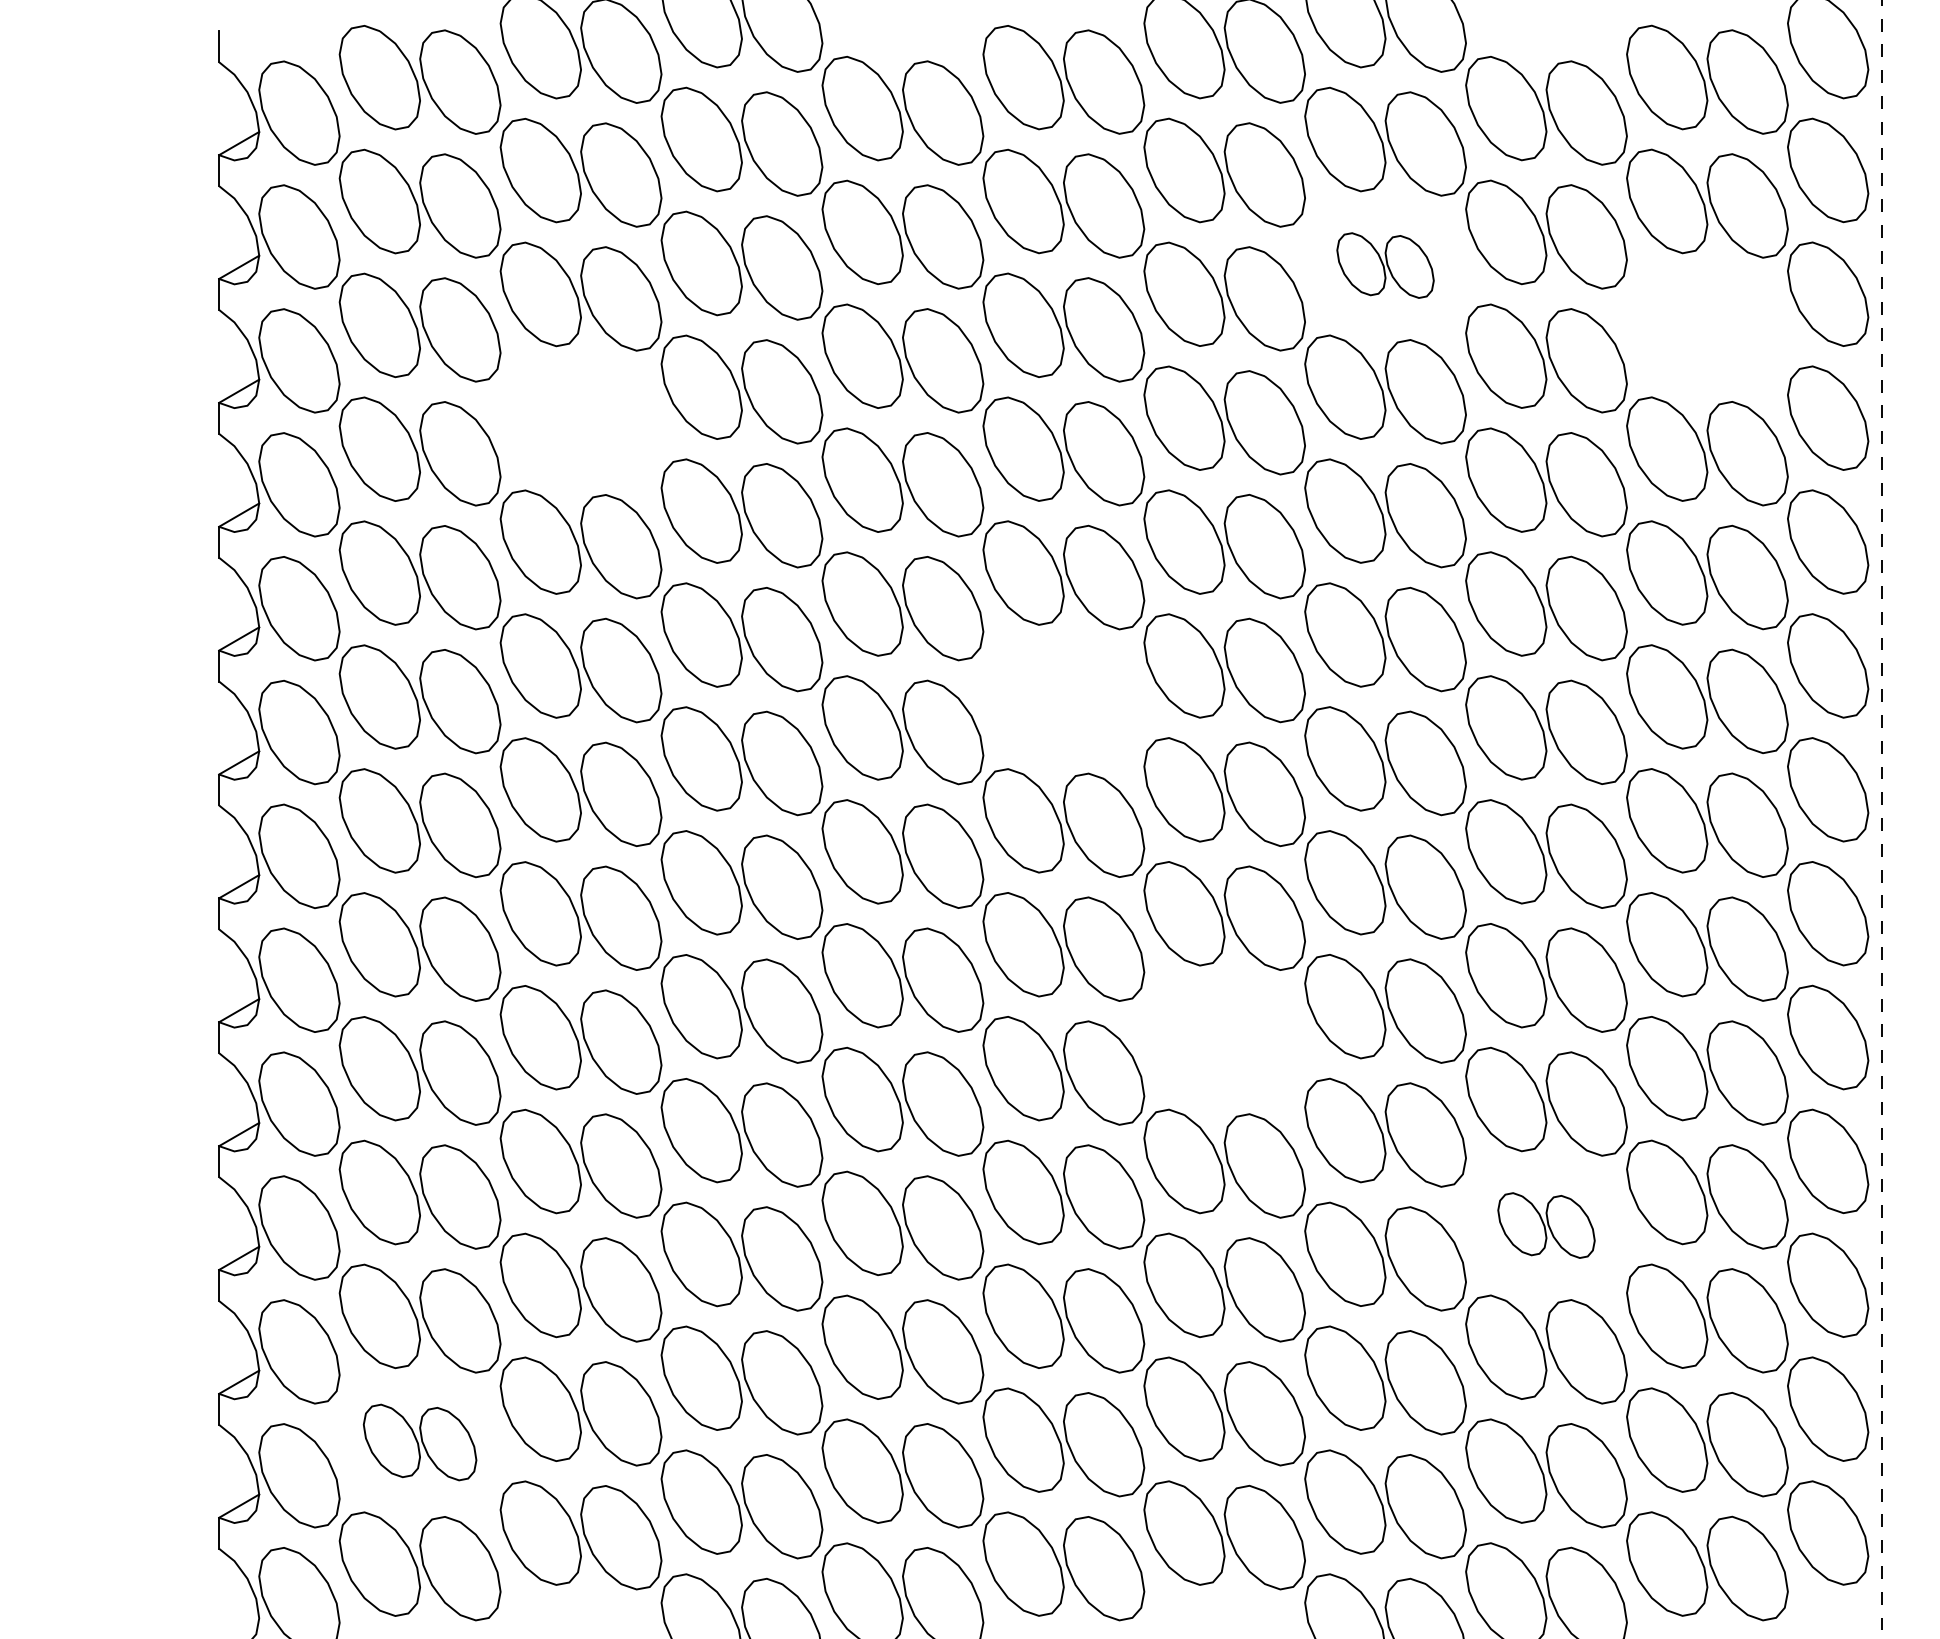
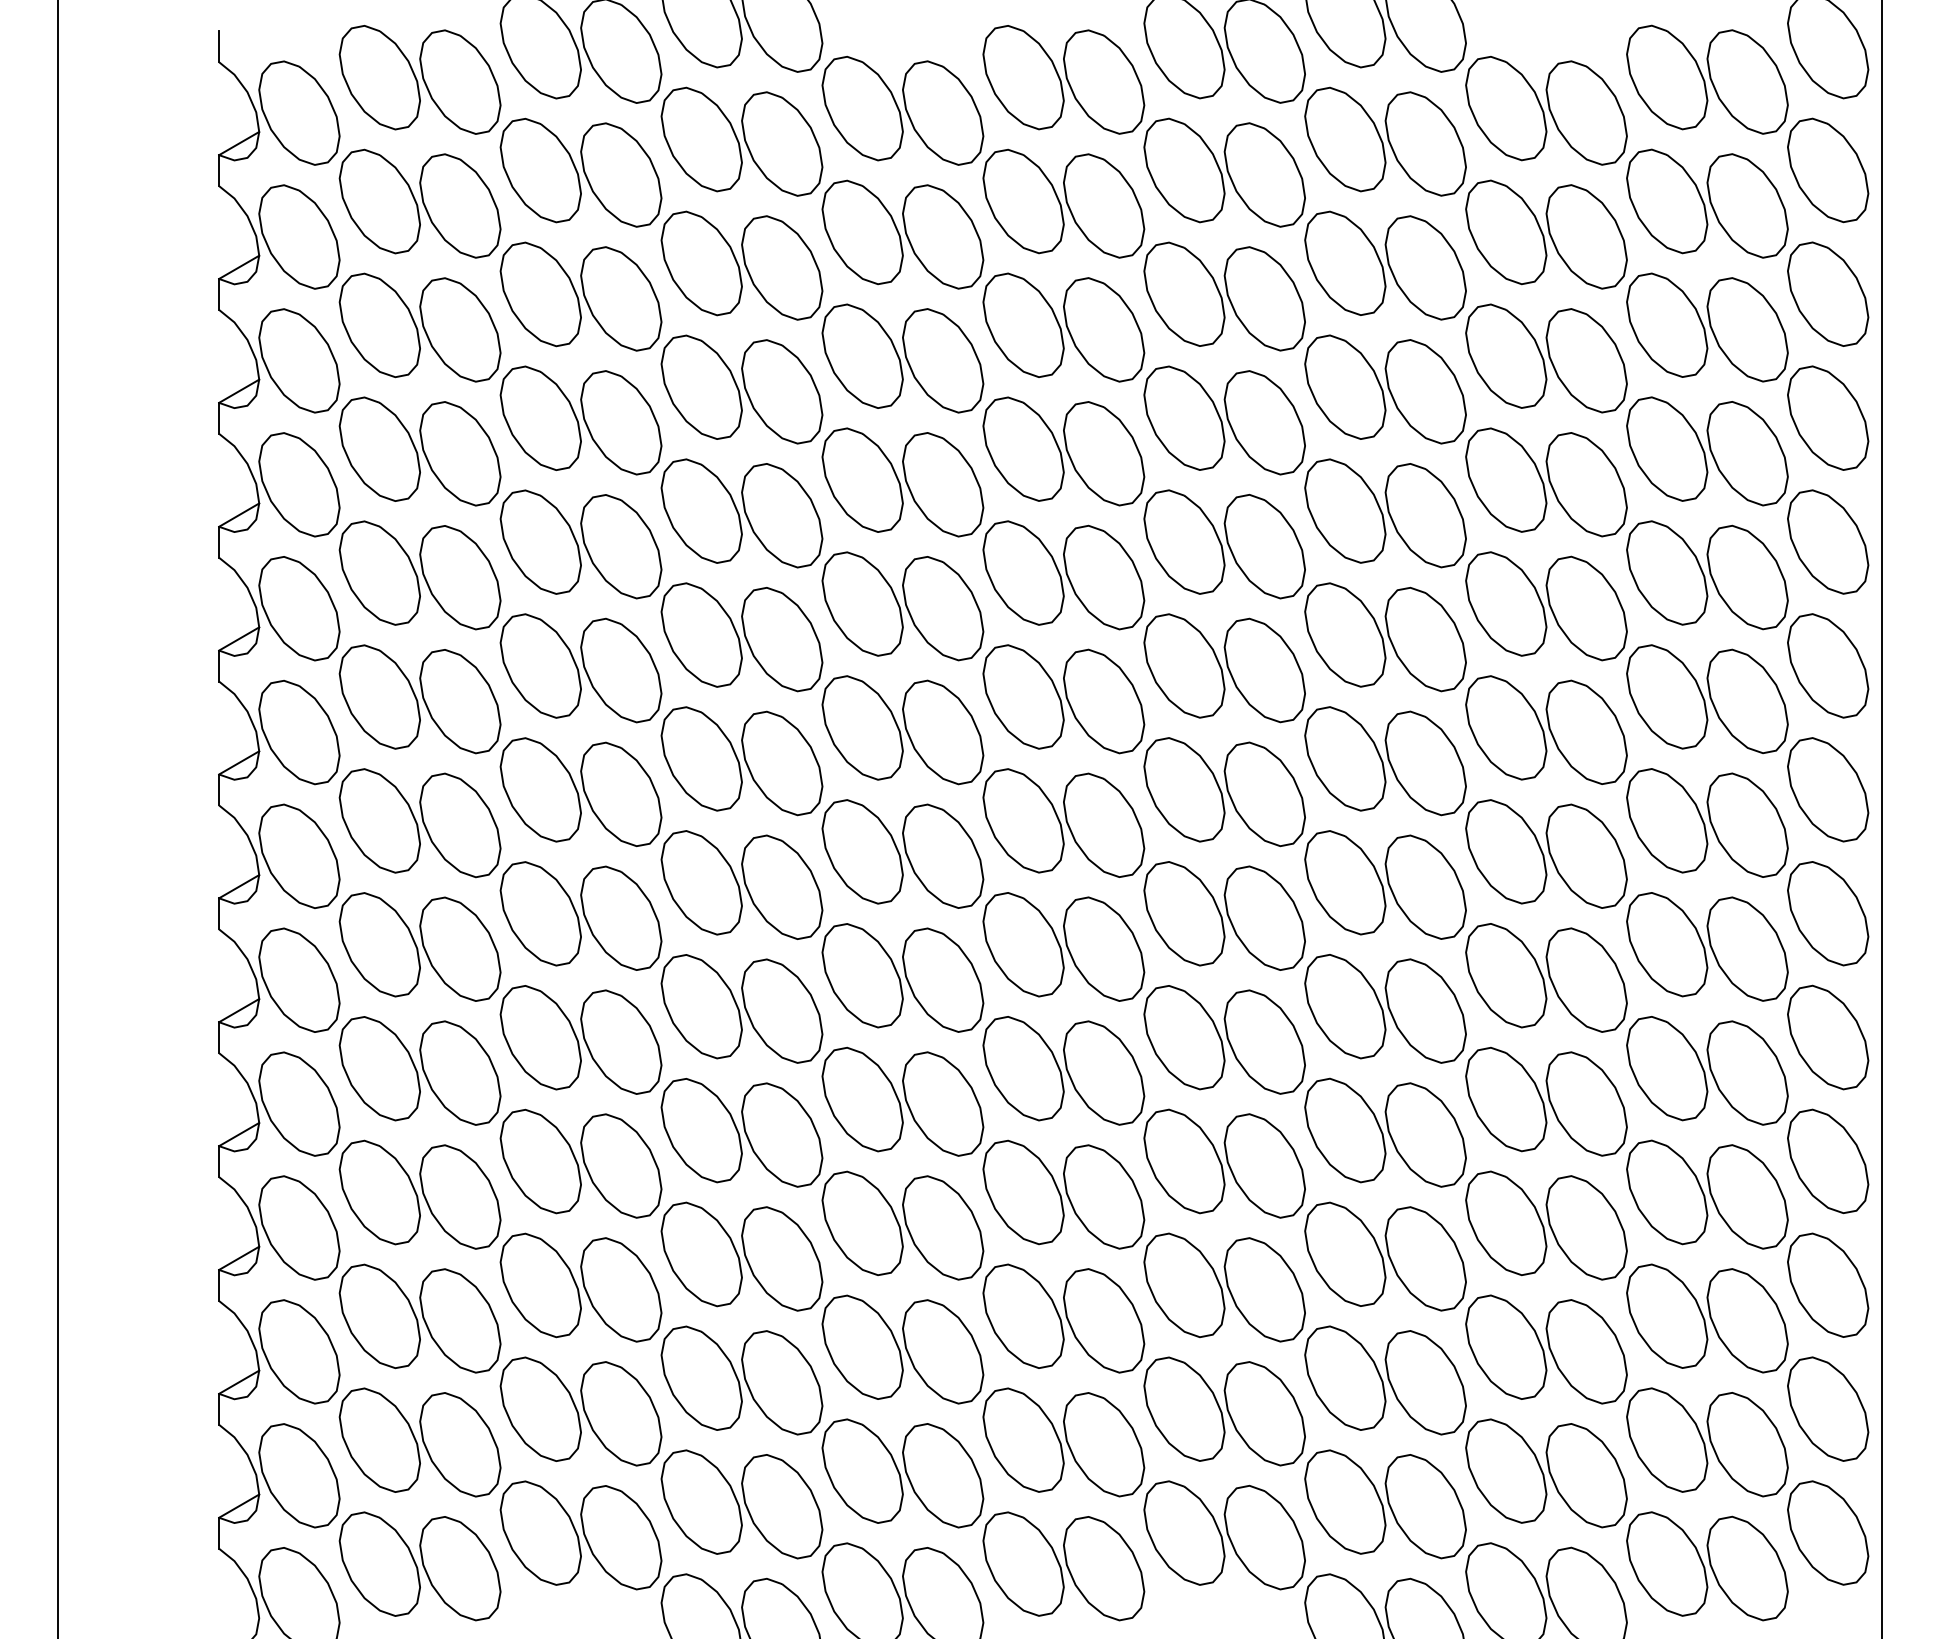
part at (1385, 265) size: 99x67 px -> 163x111 px
part at (1707, 327): none -> present
part at (580, 420): none -> present
part at (1063, 699): none -> present
line at (58, 818): none -> present
line at (1881, 820): dashed -> solid
part at (1224, 1039): none -> present
part at (1546, 1225) size: 99x67 px -> 163x111 px
part at (419, 1442) size: 116x79 px -> 164x111 px
